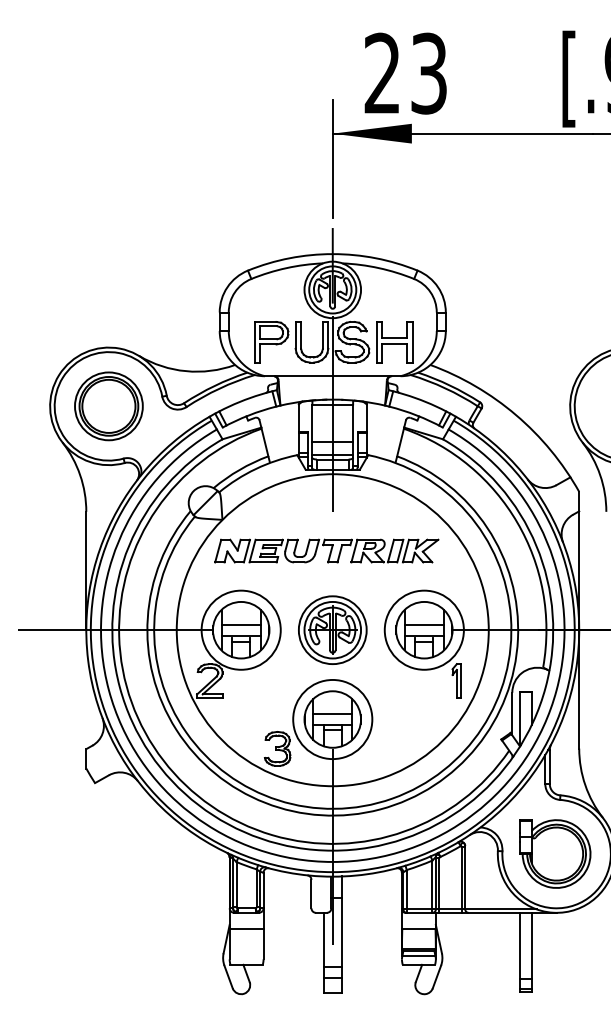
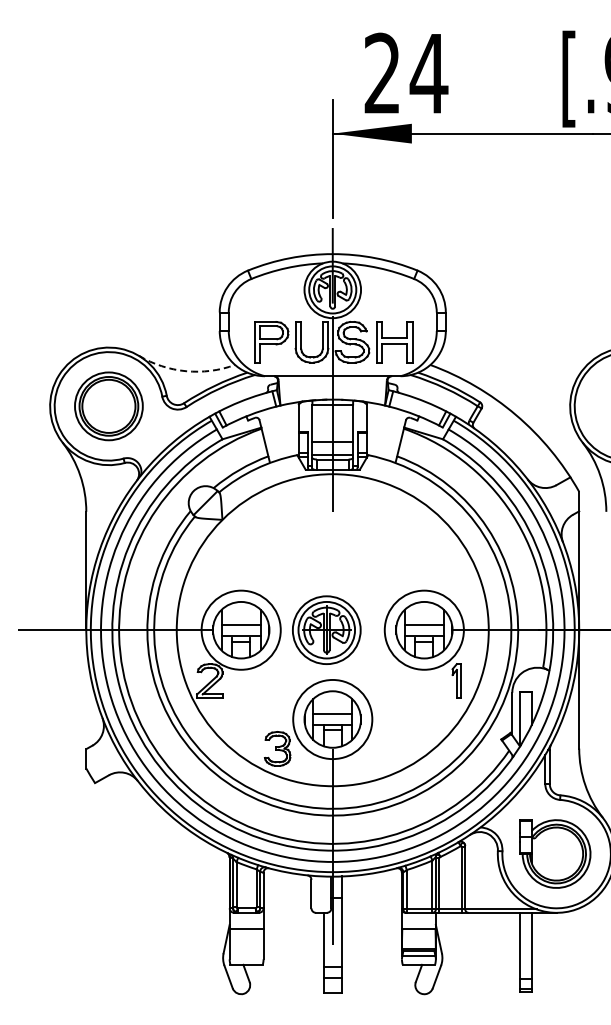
text at (428, 73): 23 -> 24
arc at (186, 371): solid -> dashed
part at (326, 550): present -> none
part at (332, 629) position: (332, 629) -> (326, 629)
